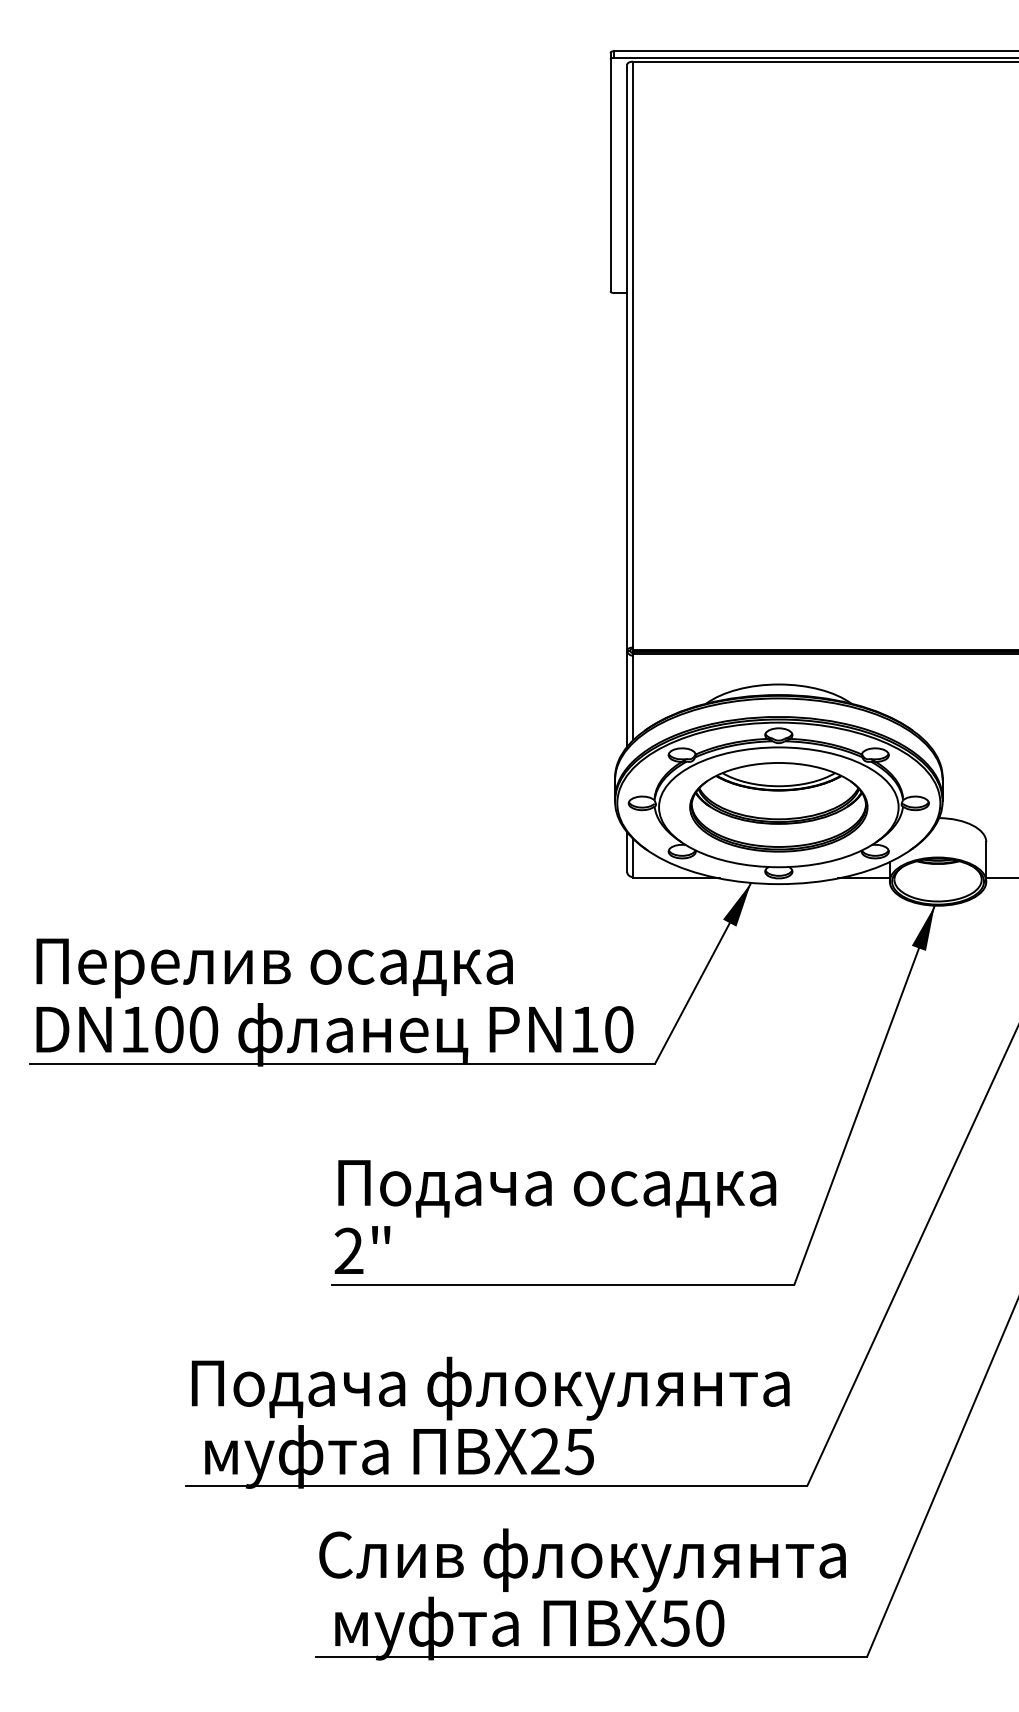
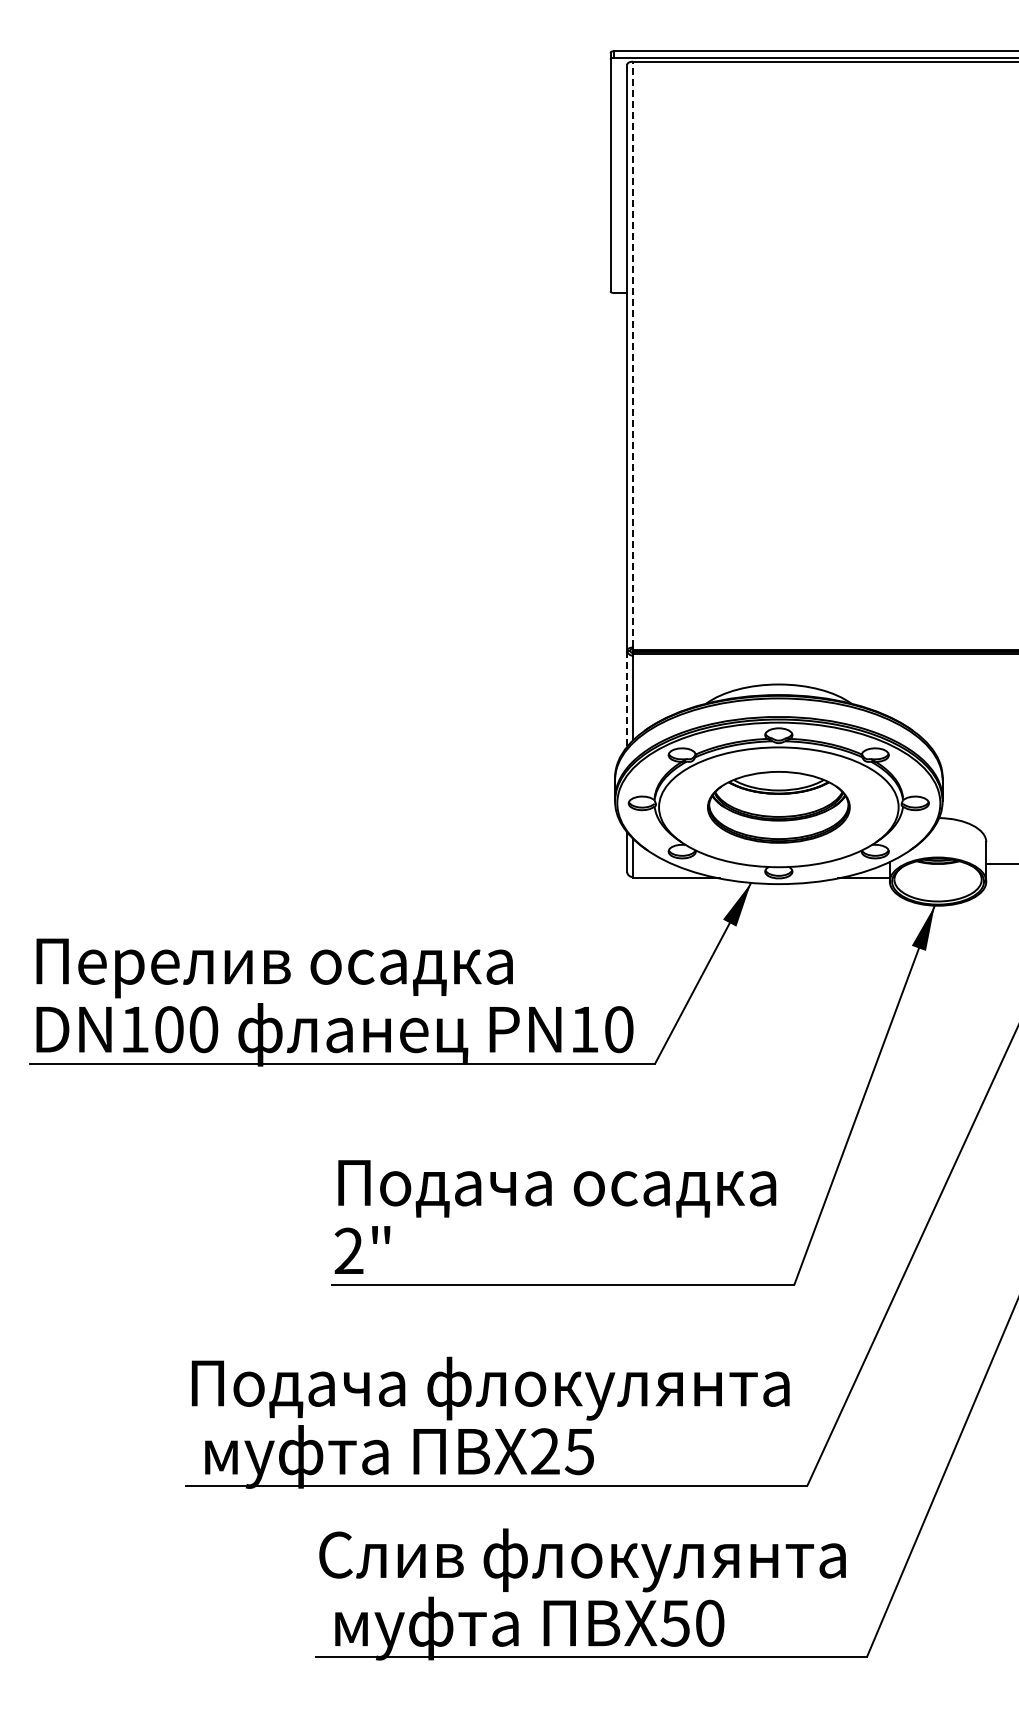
line at (633, 354): solid -> dashed
line at (627, 699): solid -> dashed
part at (778, 807) size: 180x91 px -> 144x73 px
line at (1000, 878) position: (1000, 878) -> (1000, 864)
